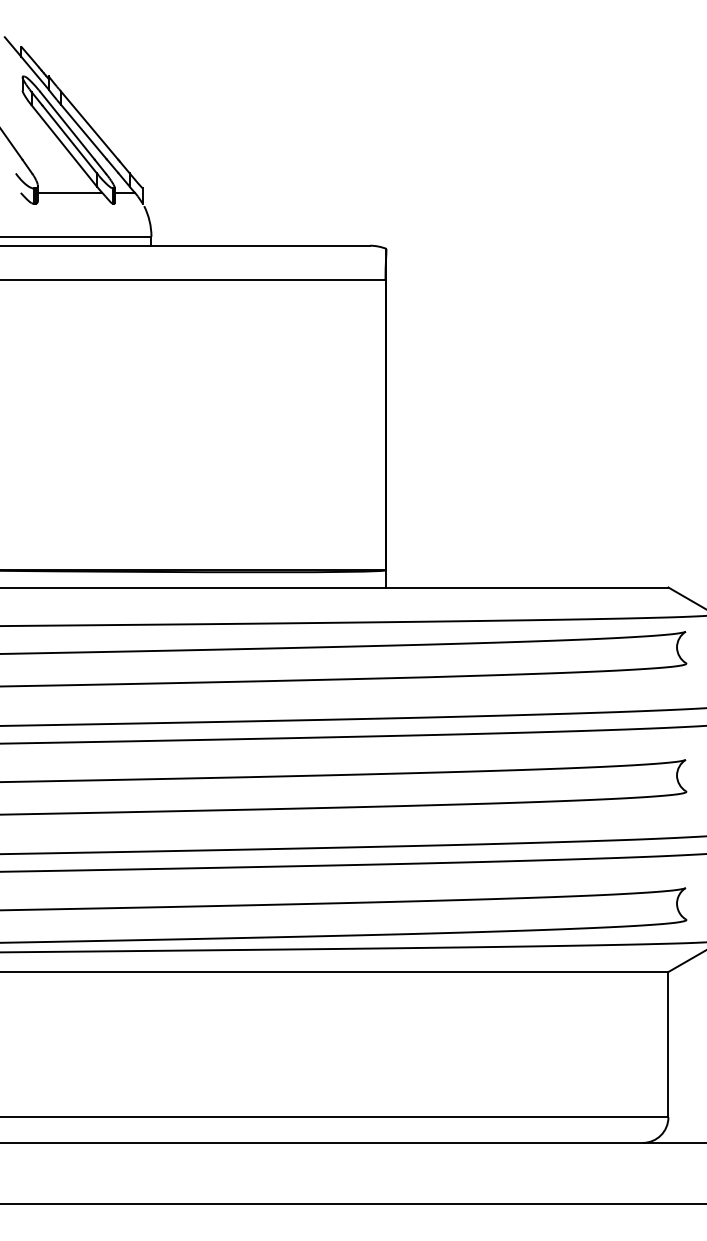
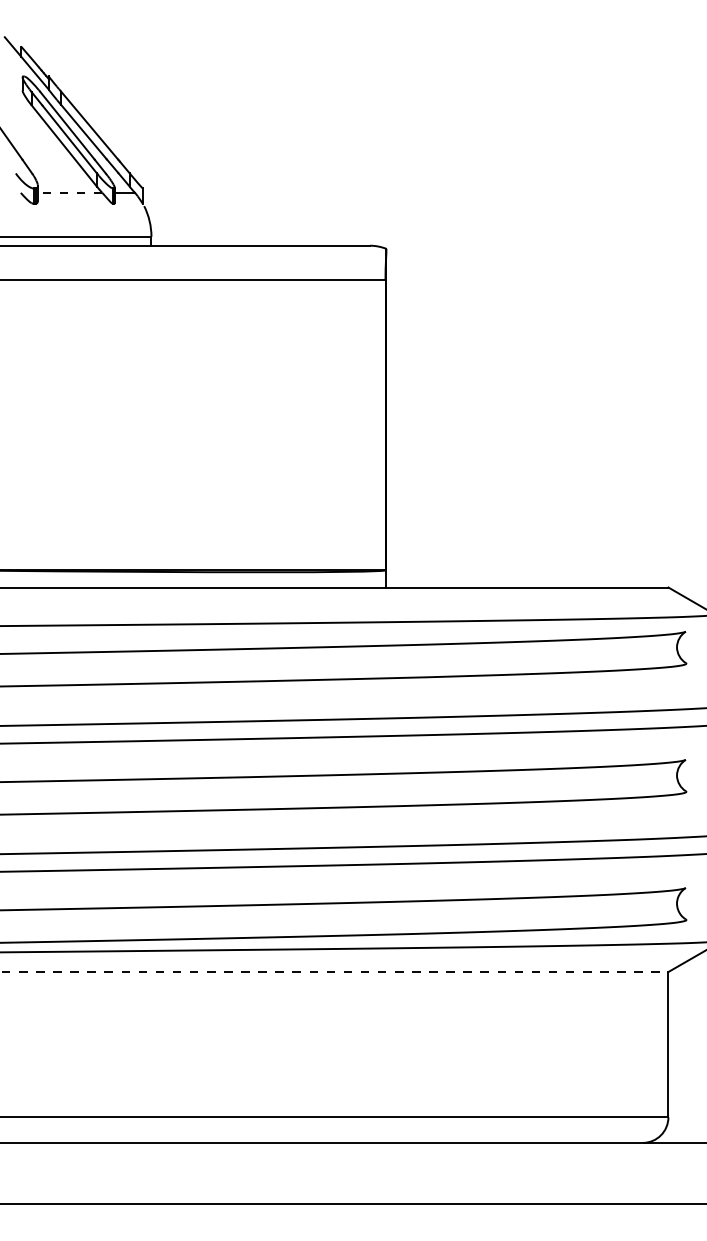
line at (69, 192): solid -> dashed
line at (334, 972): solid -> dashed
